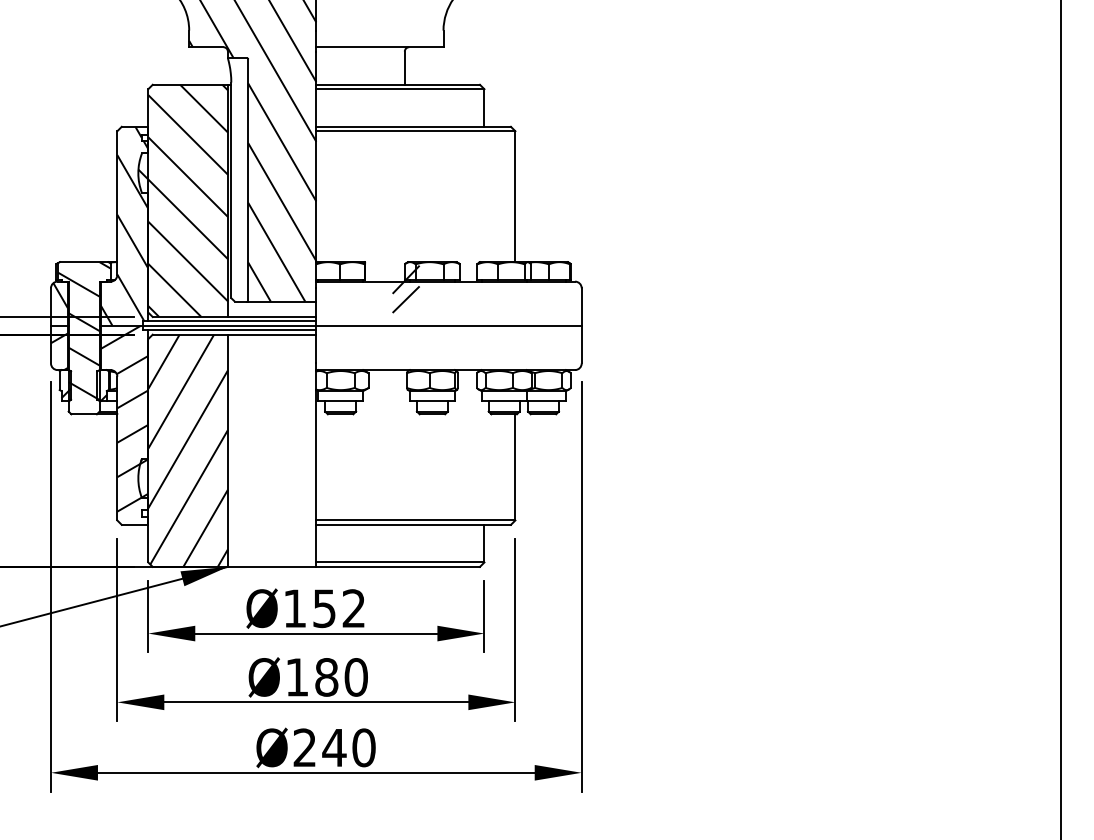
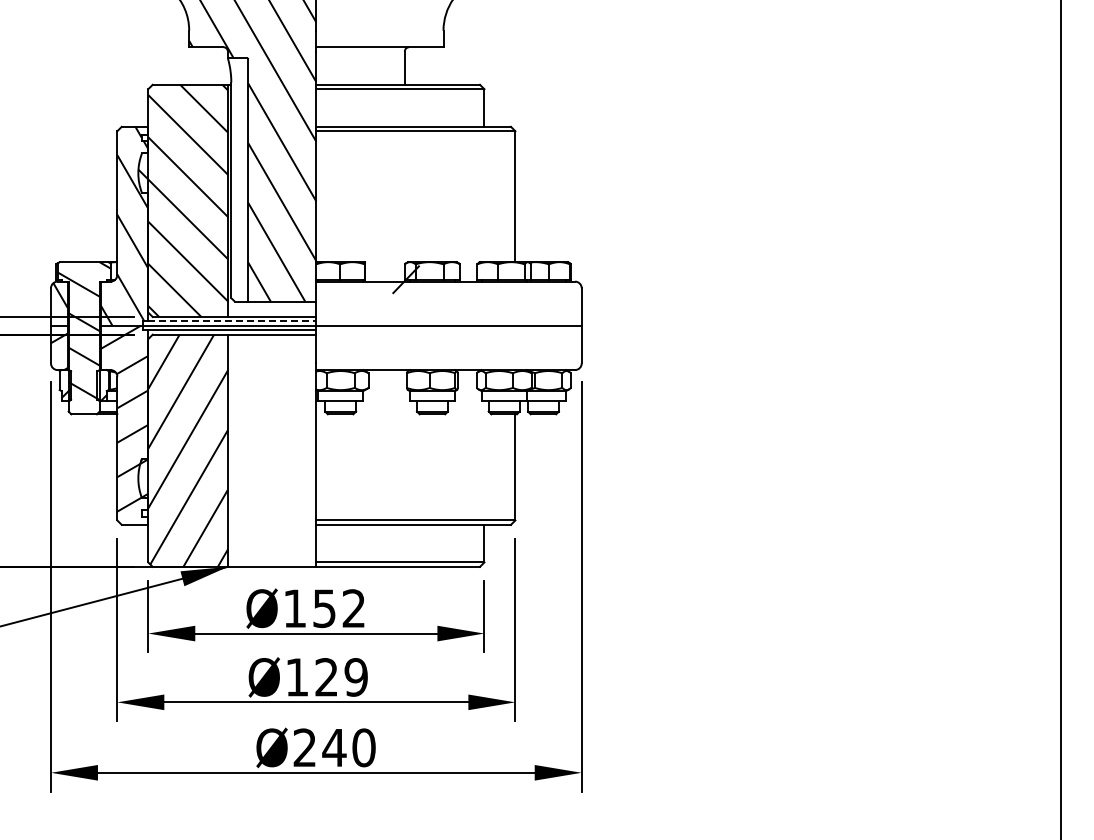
line at (405, 299): present -> none
line at (232, 321): solid -> dashed
text at (341, 677): Ø180 -> Ø129
